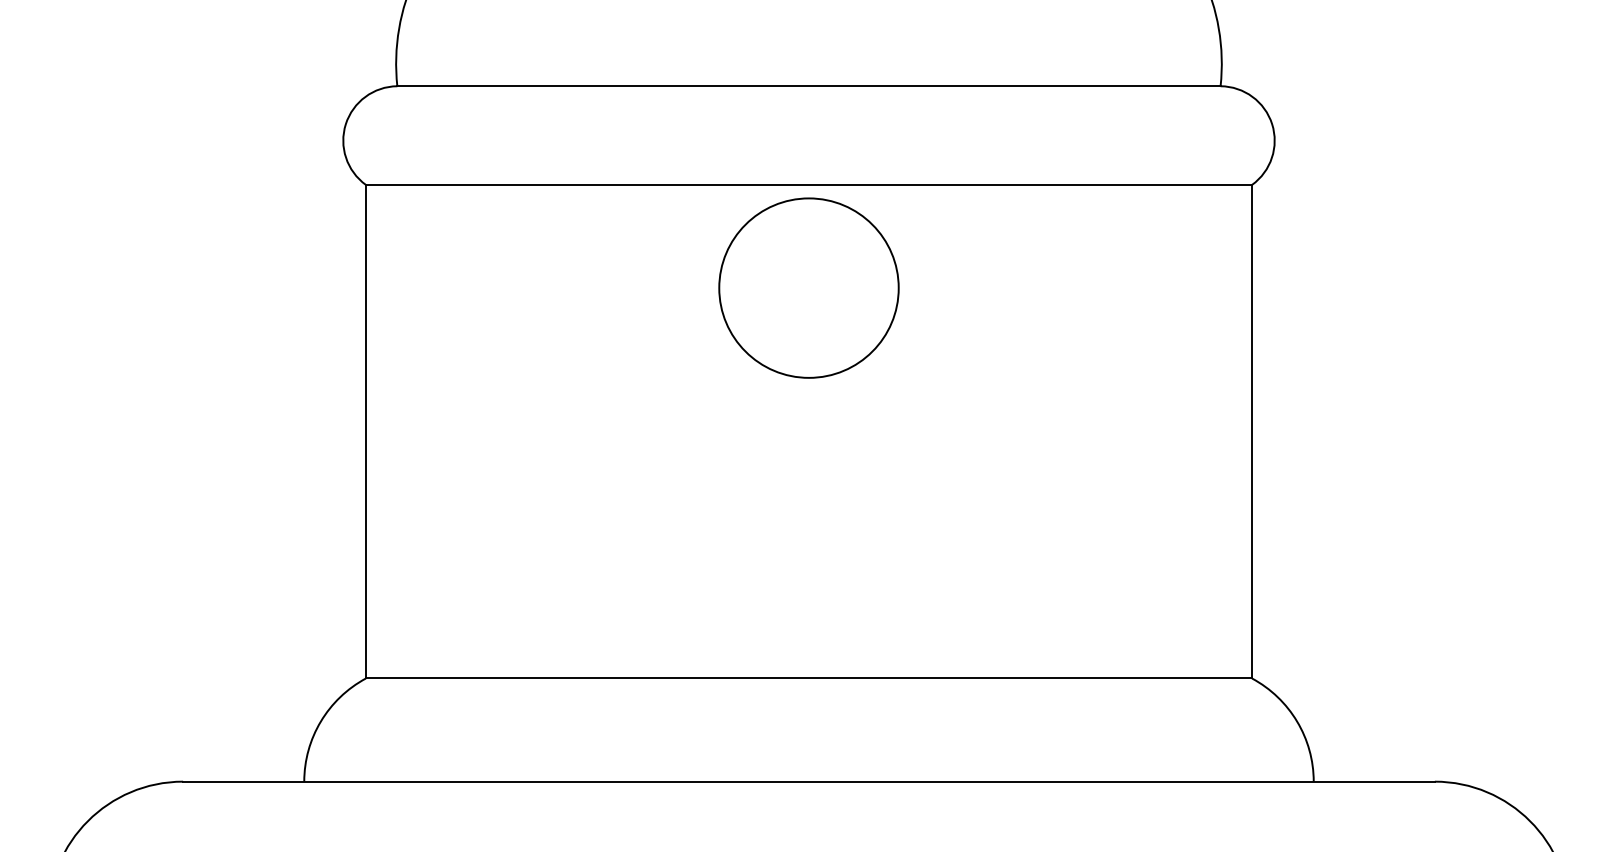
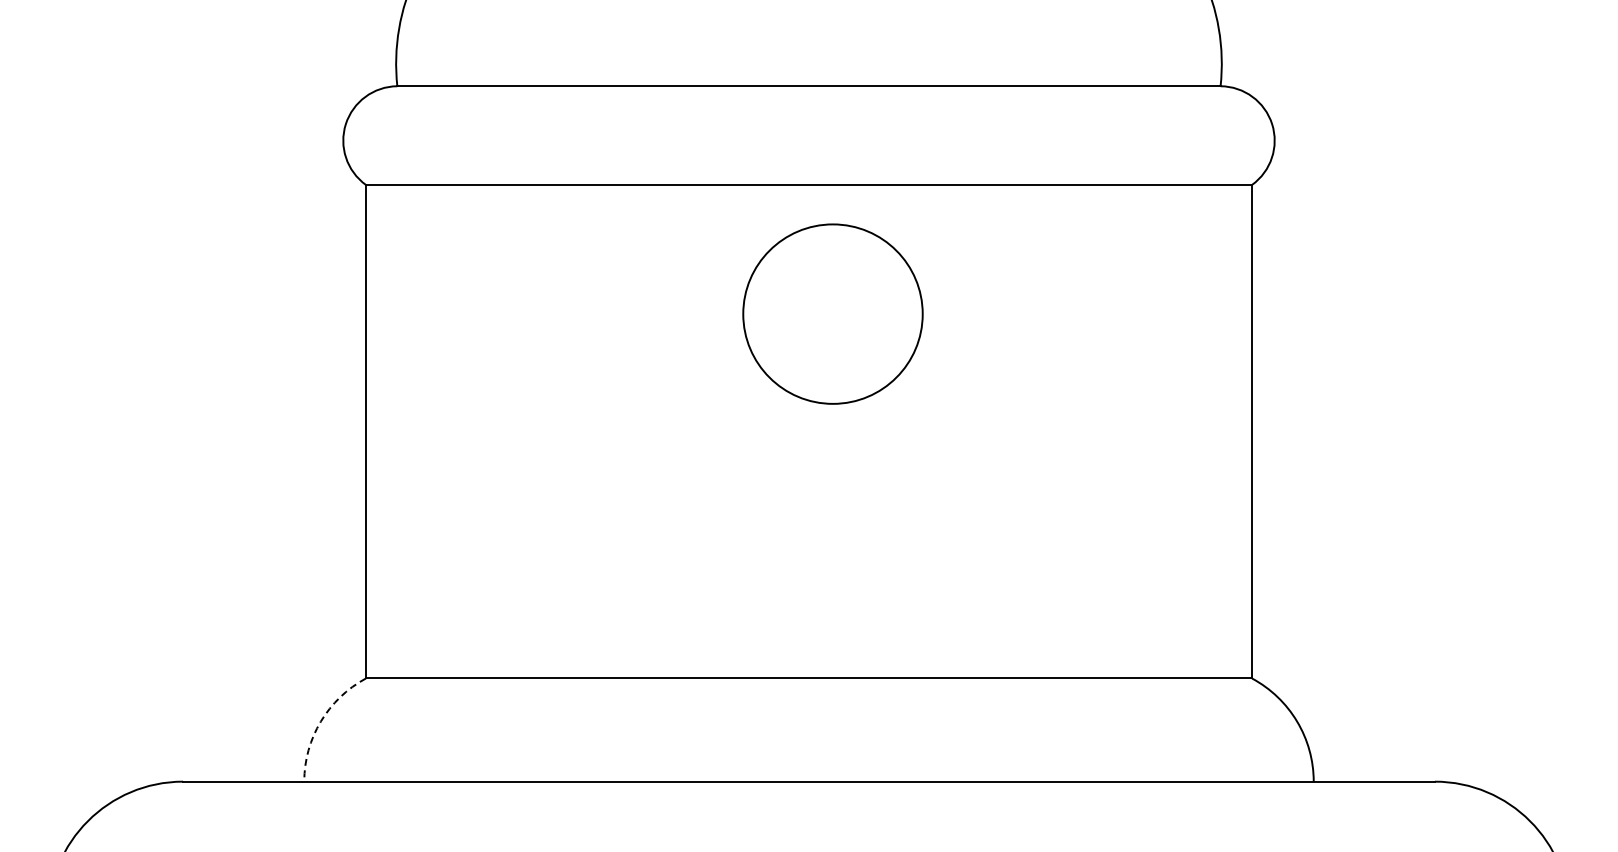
circle at (808, 287) position: (808, 287) -> (832, 313)
arc at (320, 721): solid -> dashed
